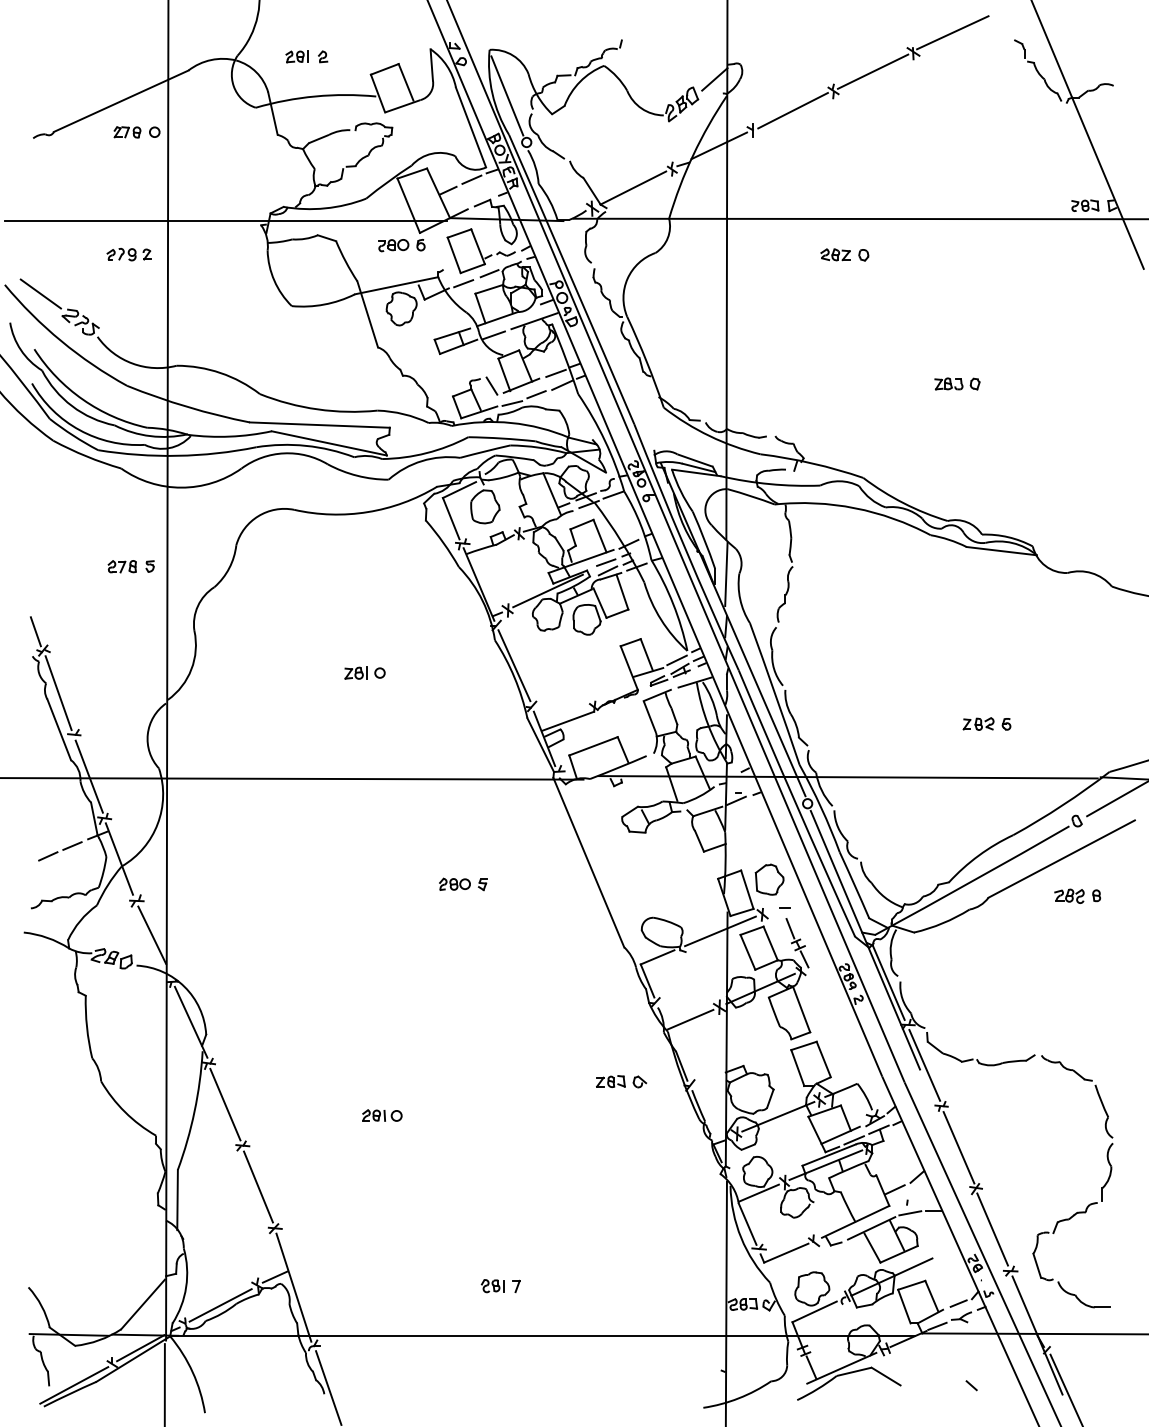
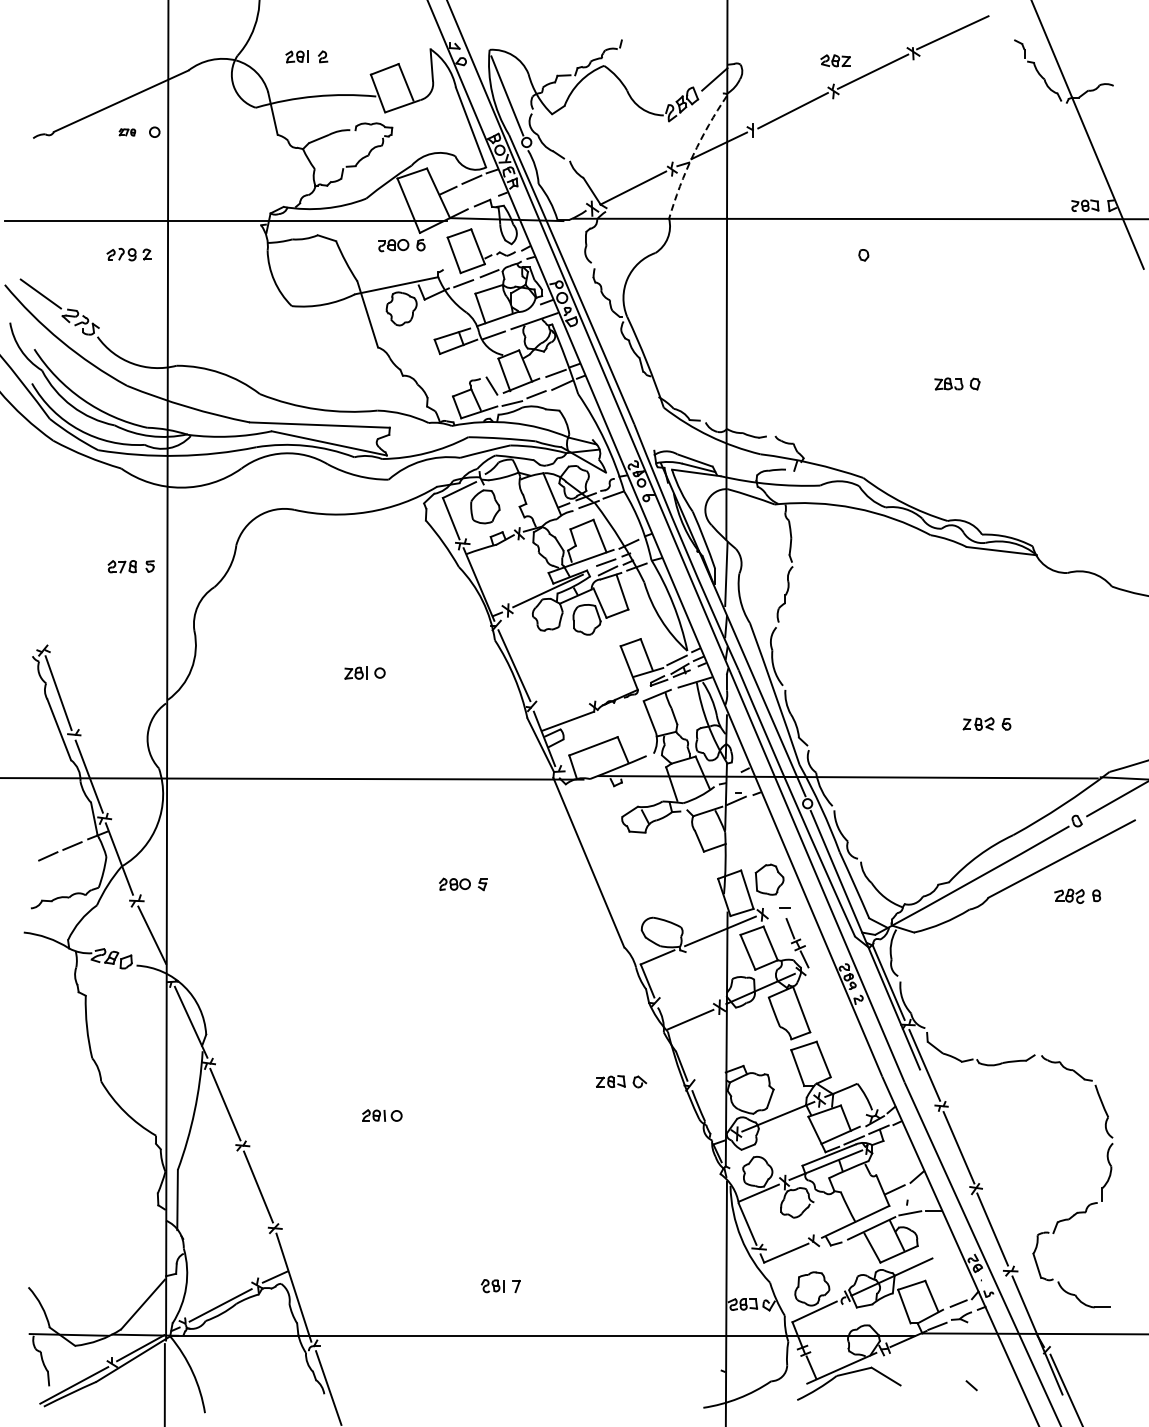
part at (127, 132) size: 29x13 px -> 19x9 px
arc at (693, 155): solid -> dashed
part at (835, 254) position: (835, 254) -> (835, 60)
line at (35, 631): present -> none
